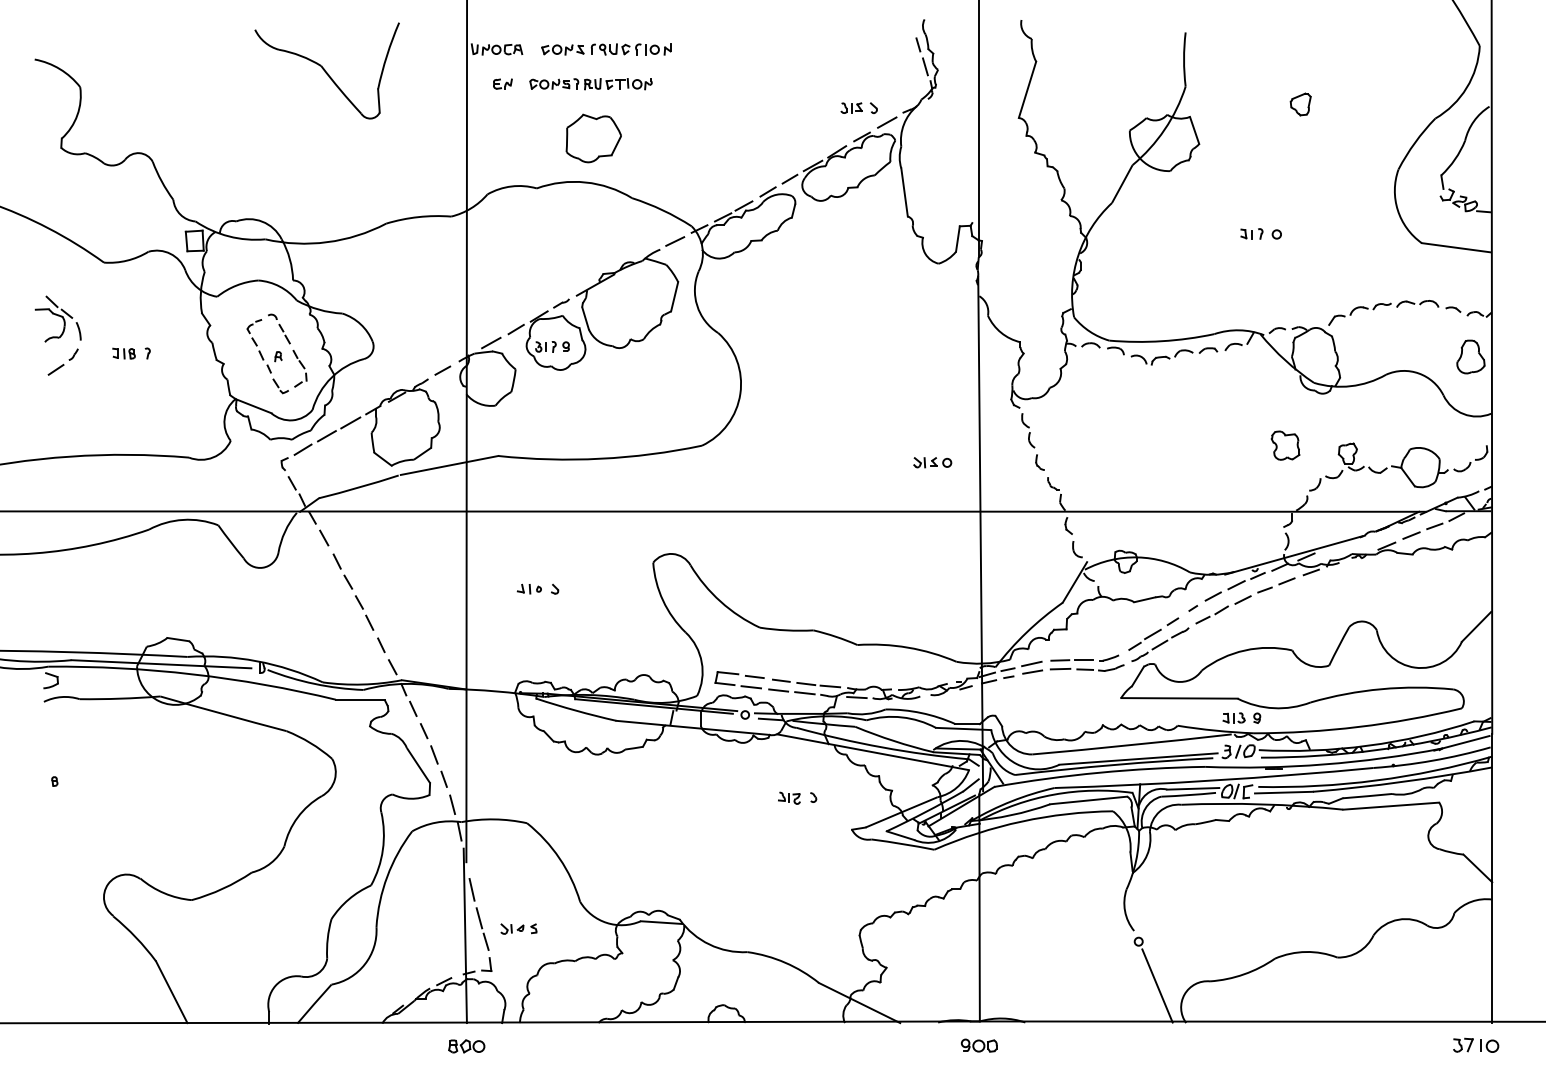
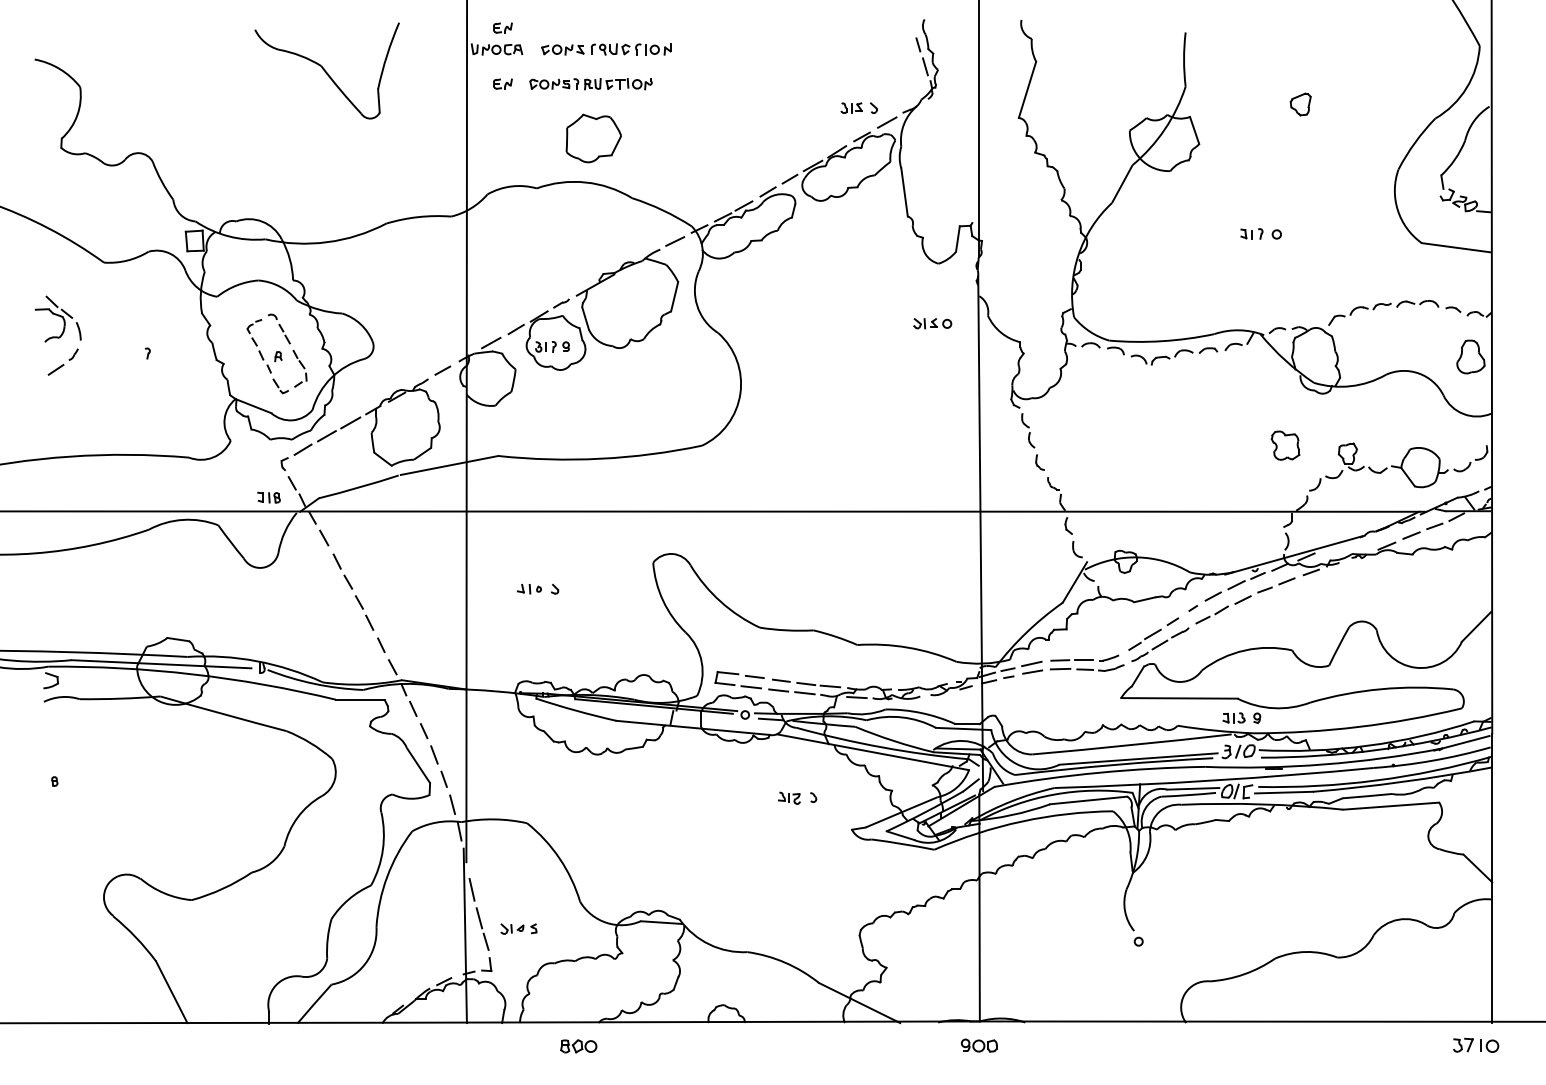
part at (502, 27): none -> present
part at (123, 353) position: (123, 353) -> (268, 497)
part at (932, 462) position: (932, 462) -> (932, 323)
line at (1157, 985): present -> none
part at (466, 1046) position: (466, 1046) -> (578, 1046)
